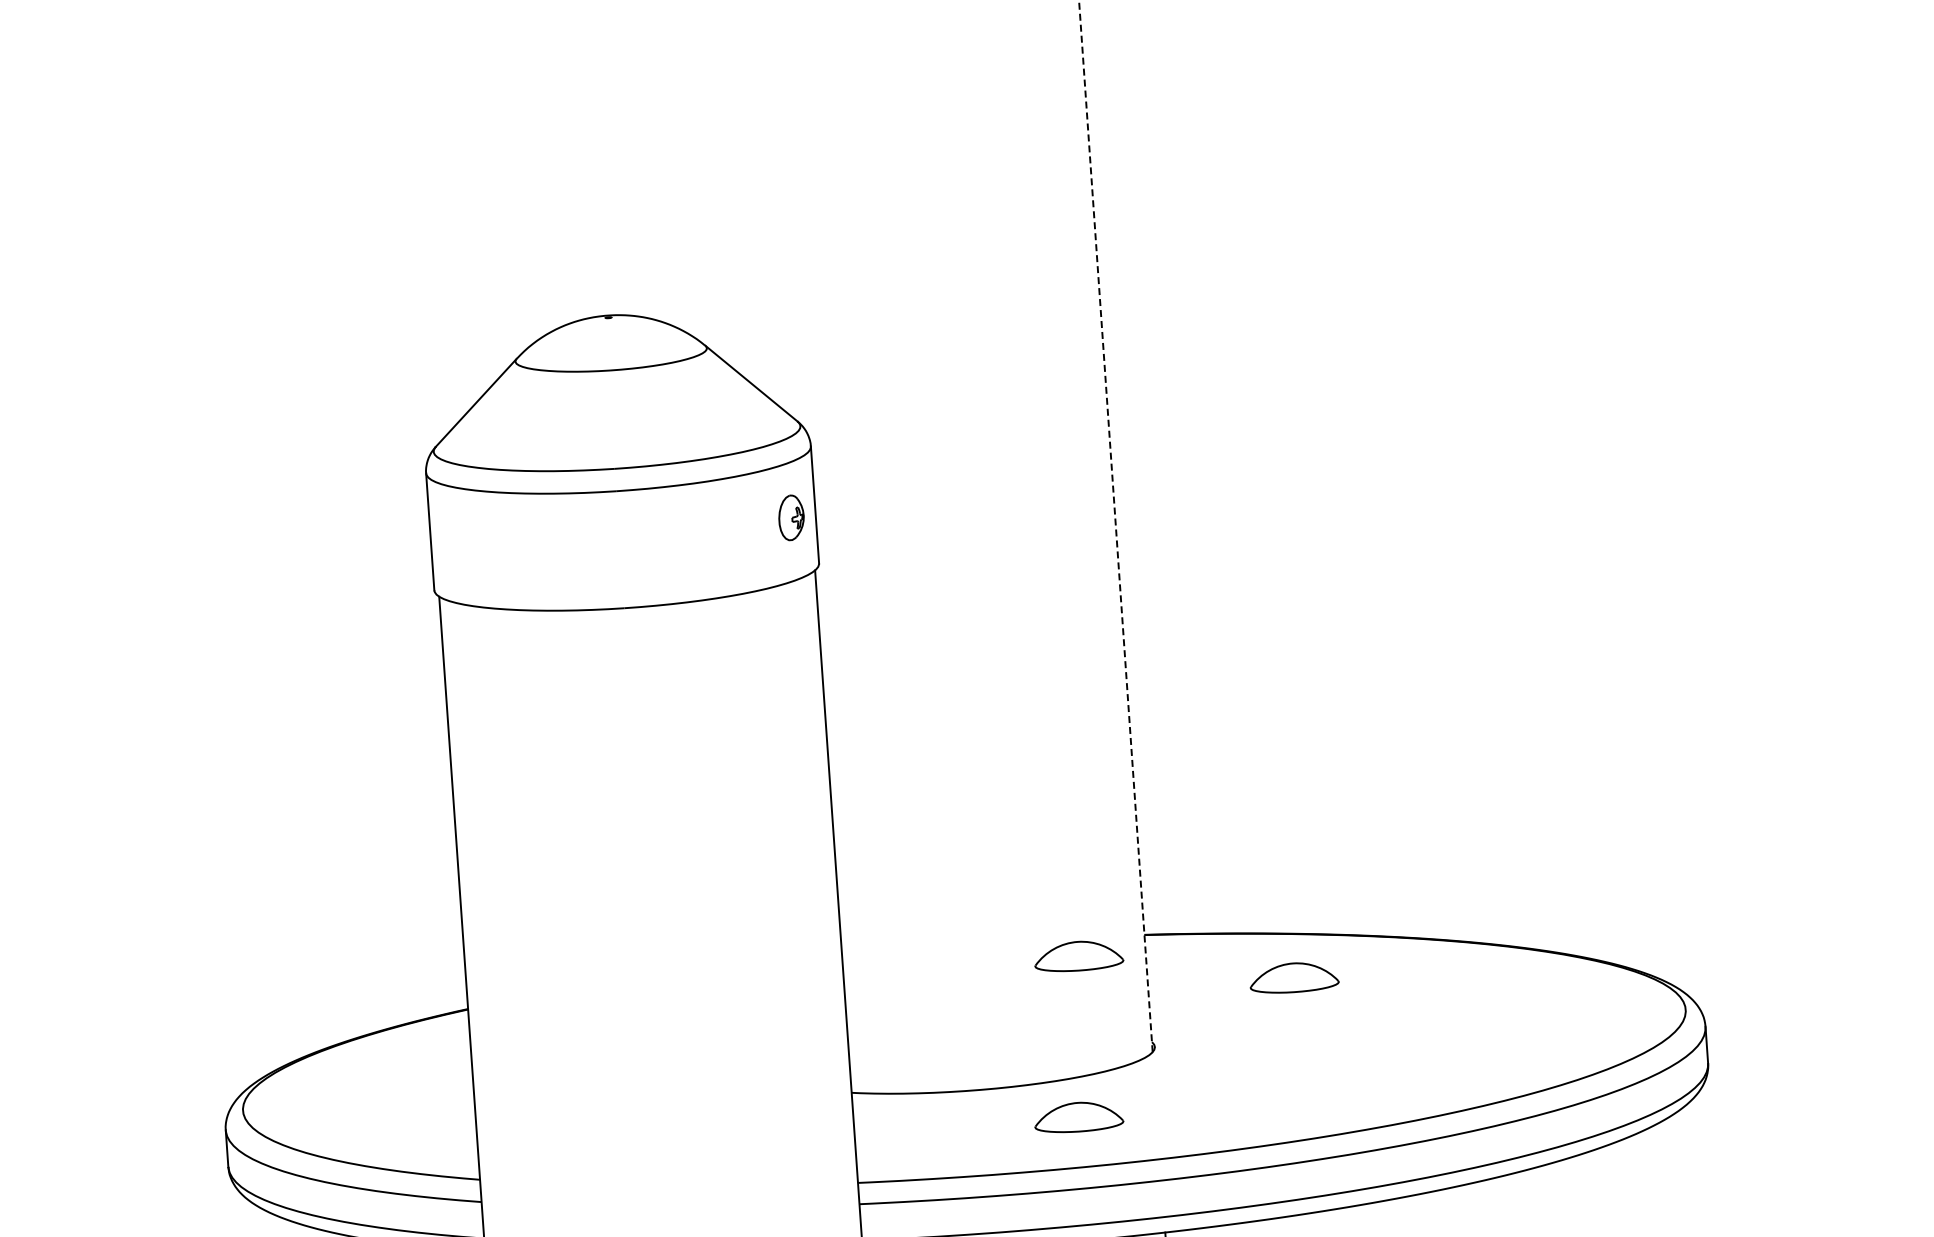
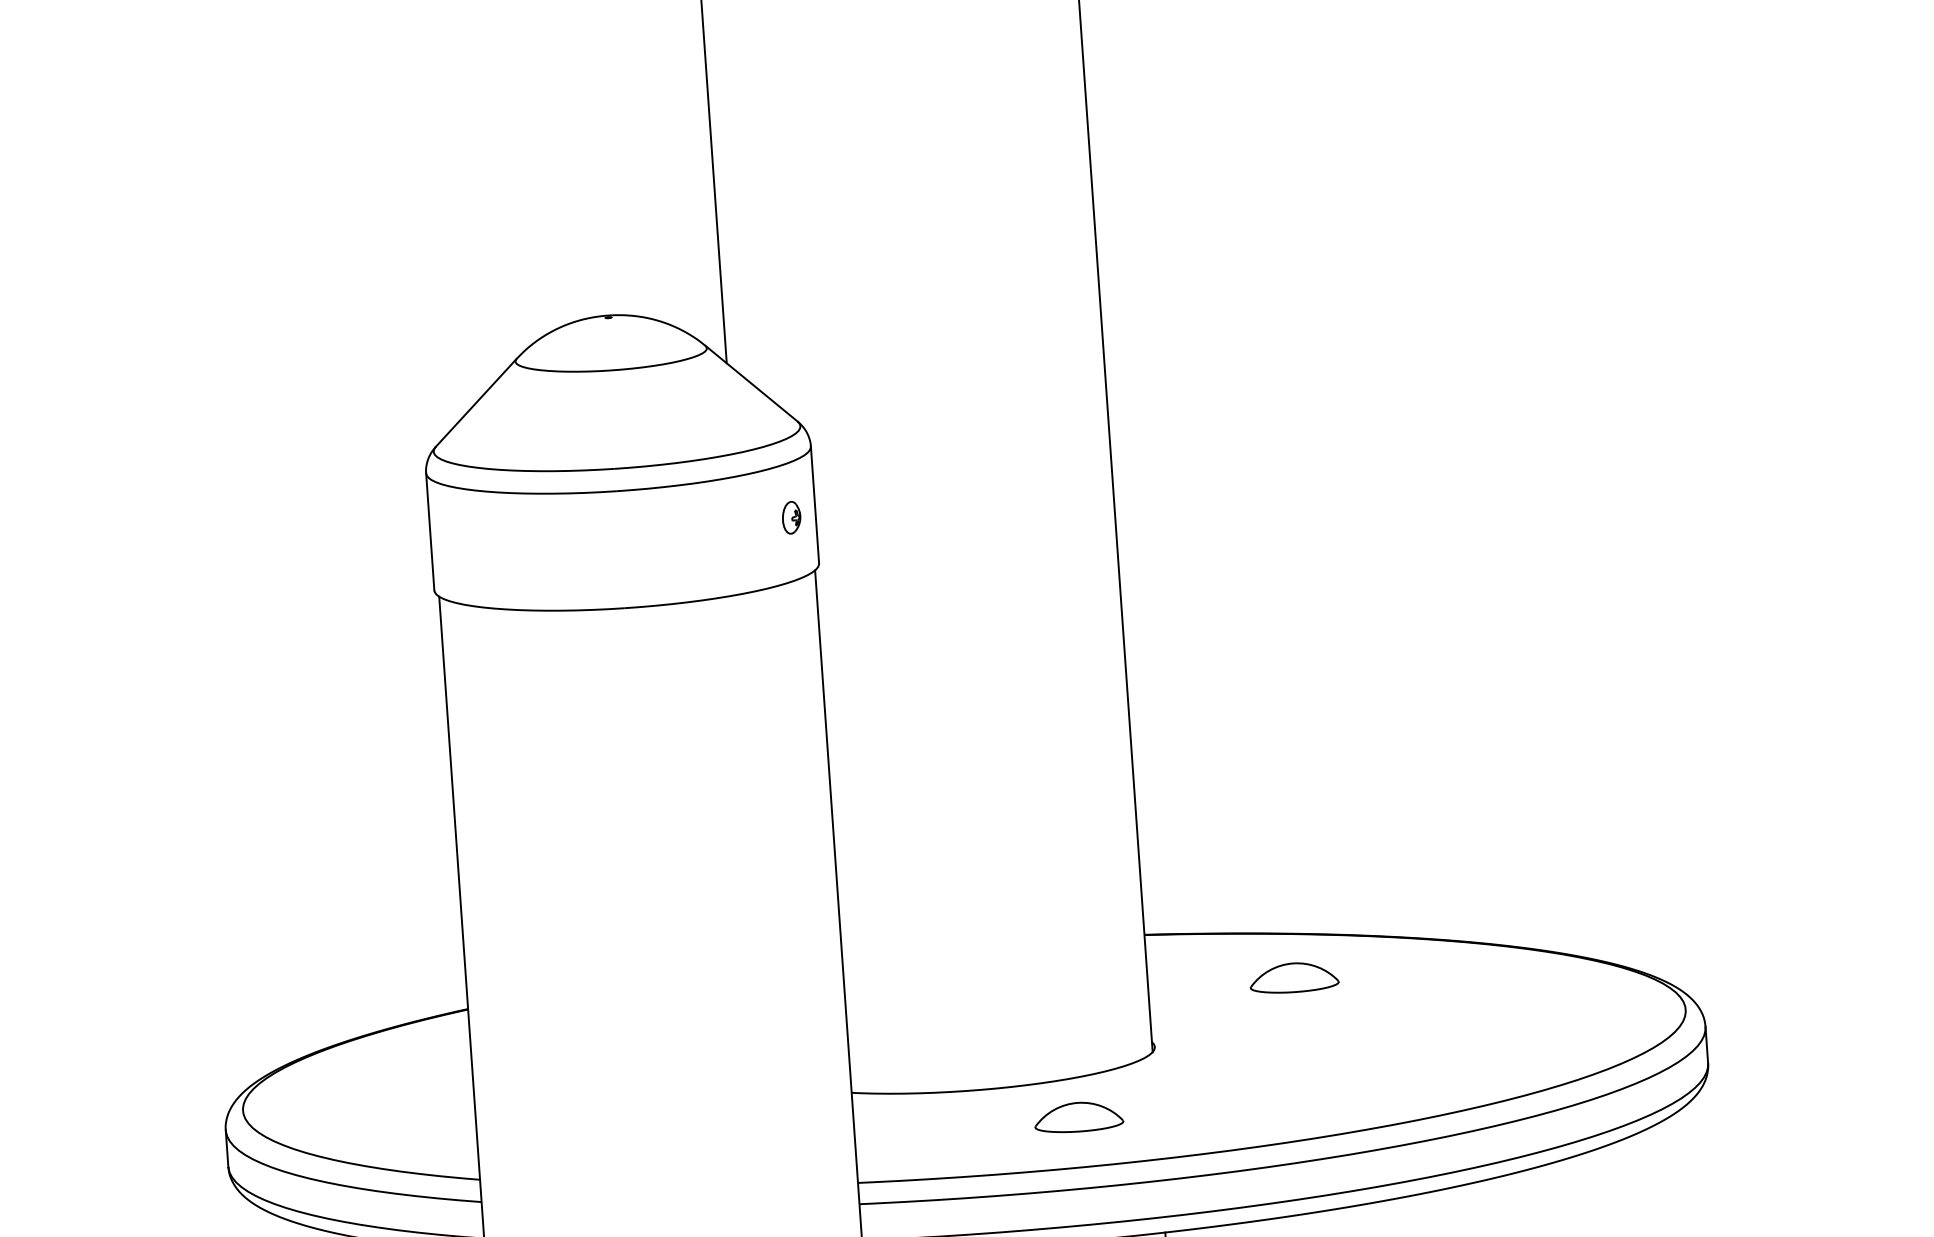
line at (713, 182): none -> present
part at (791, 517) size: 27x48 px -> 20x35 px
line at (1115, 525): dashed -> solid
part at (1079, 956): present -> none
